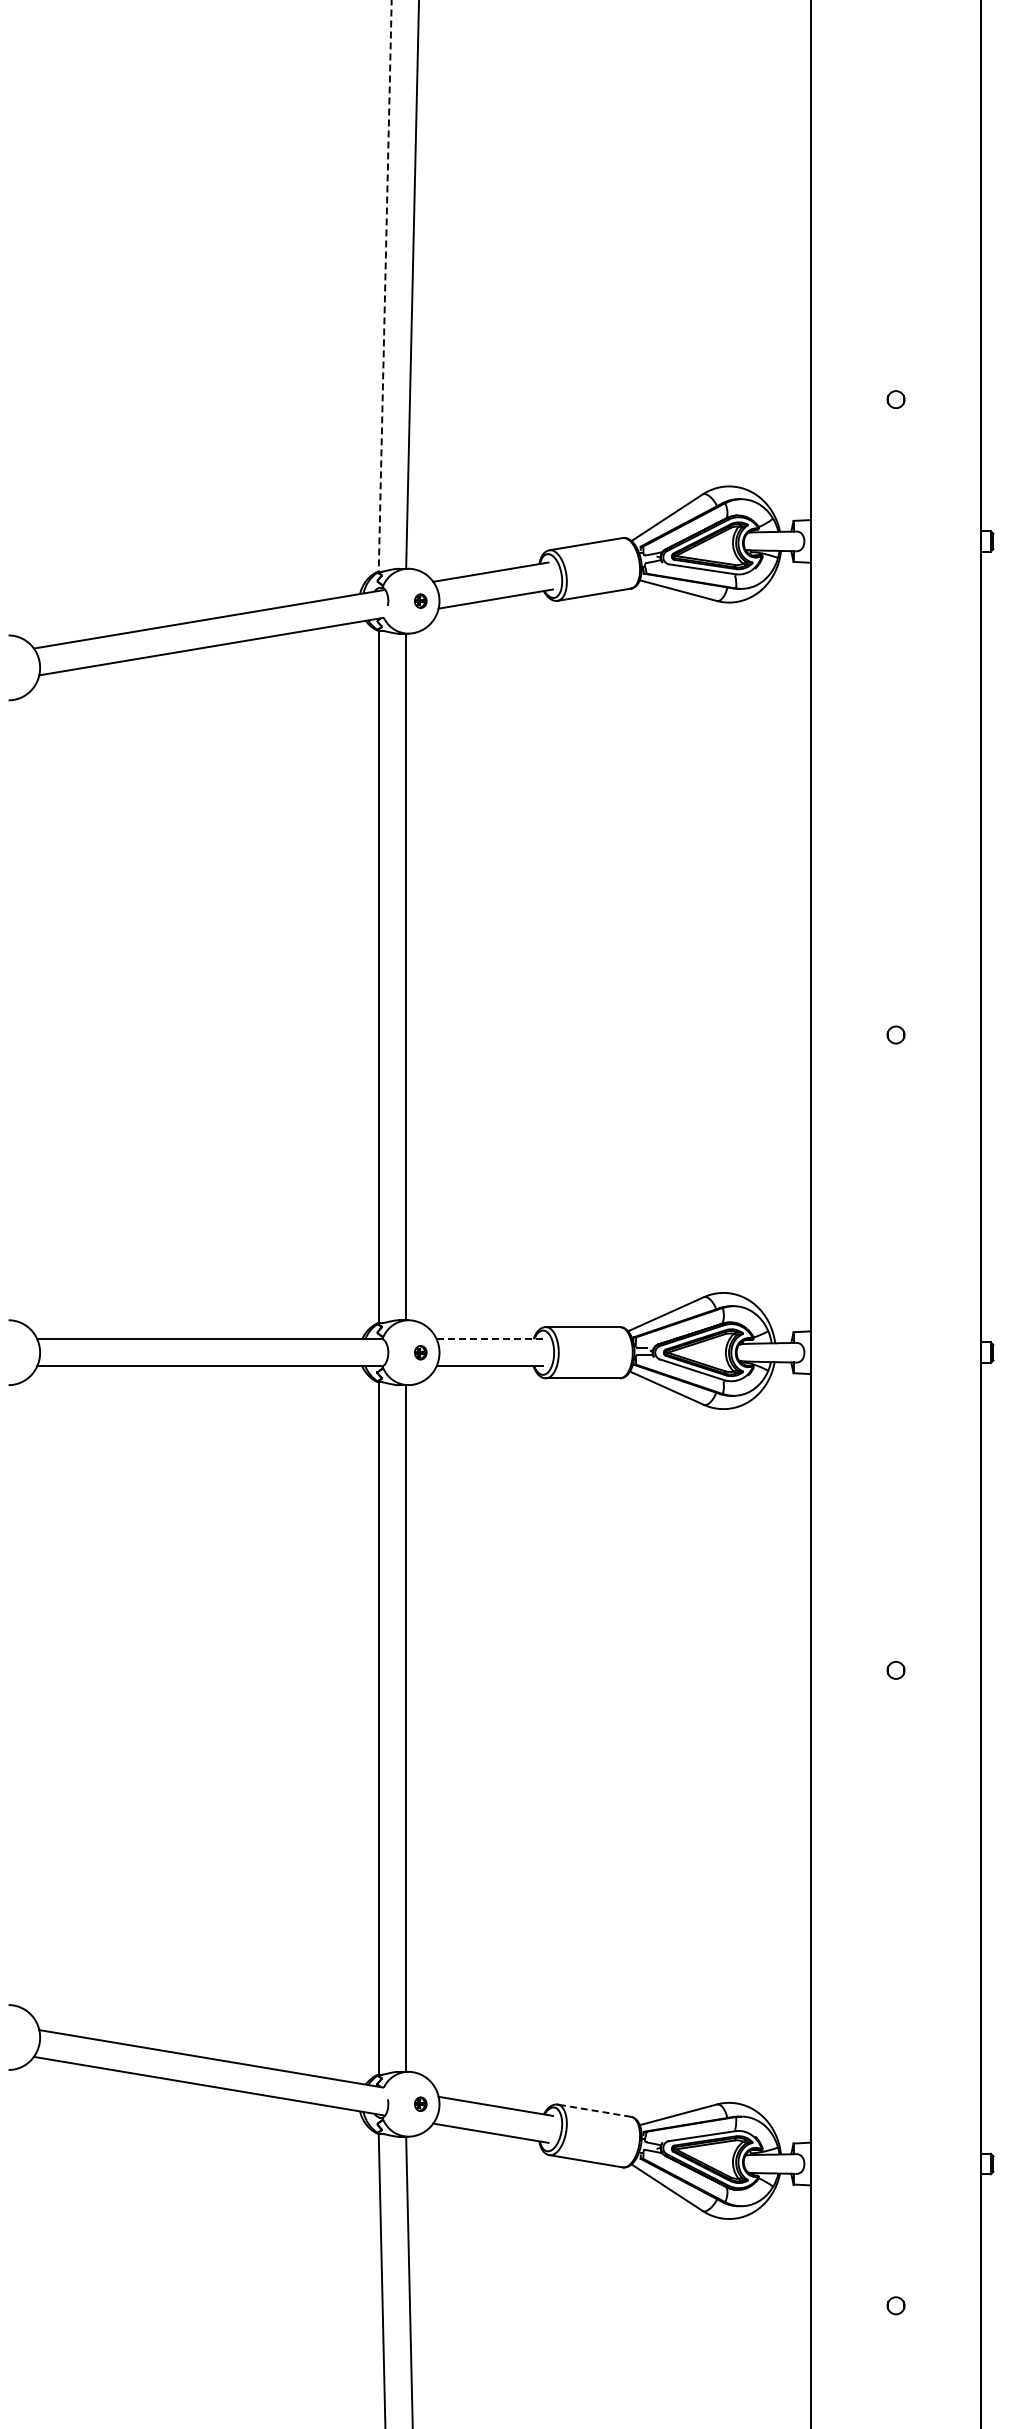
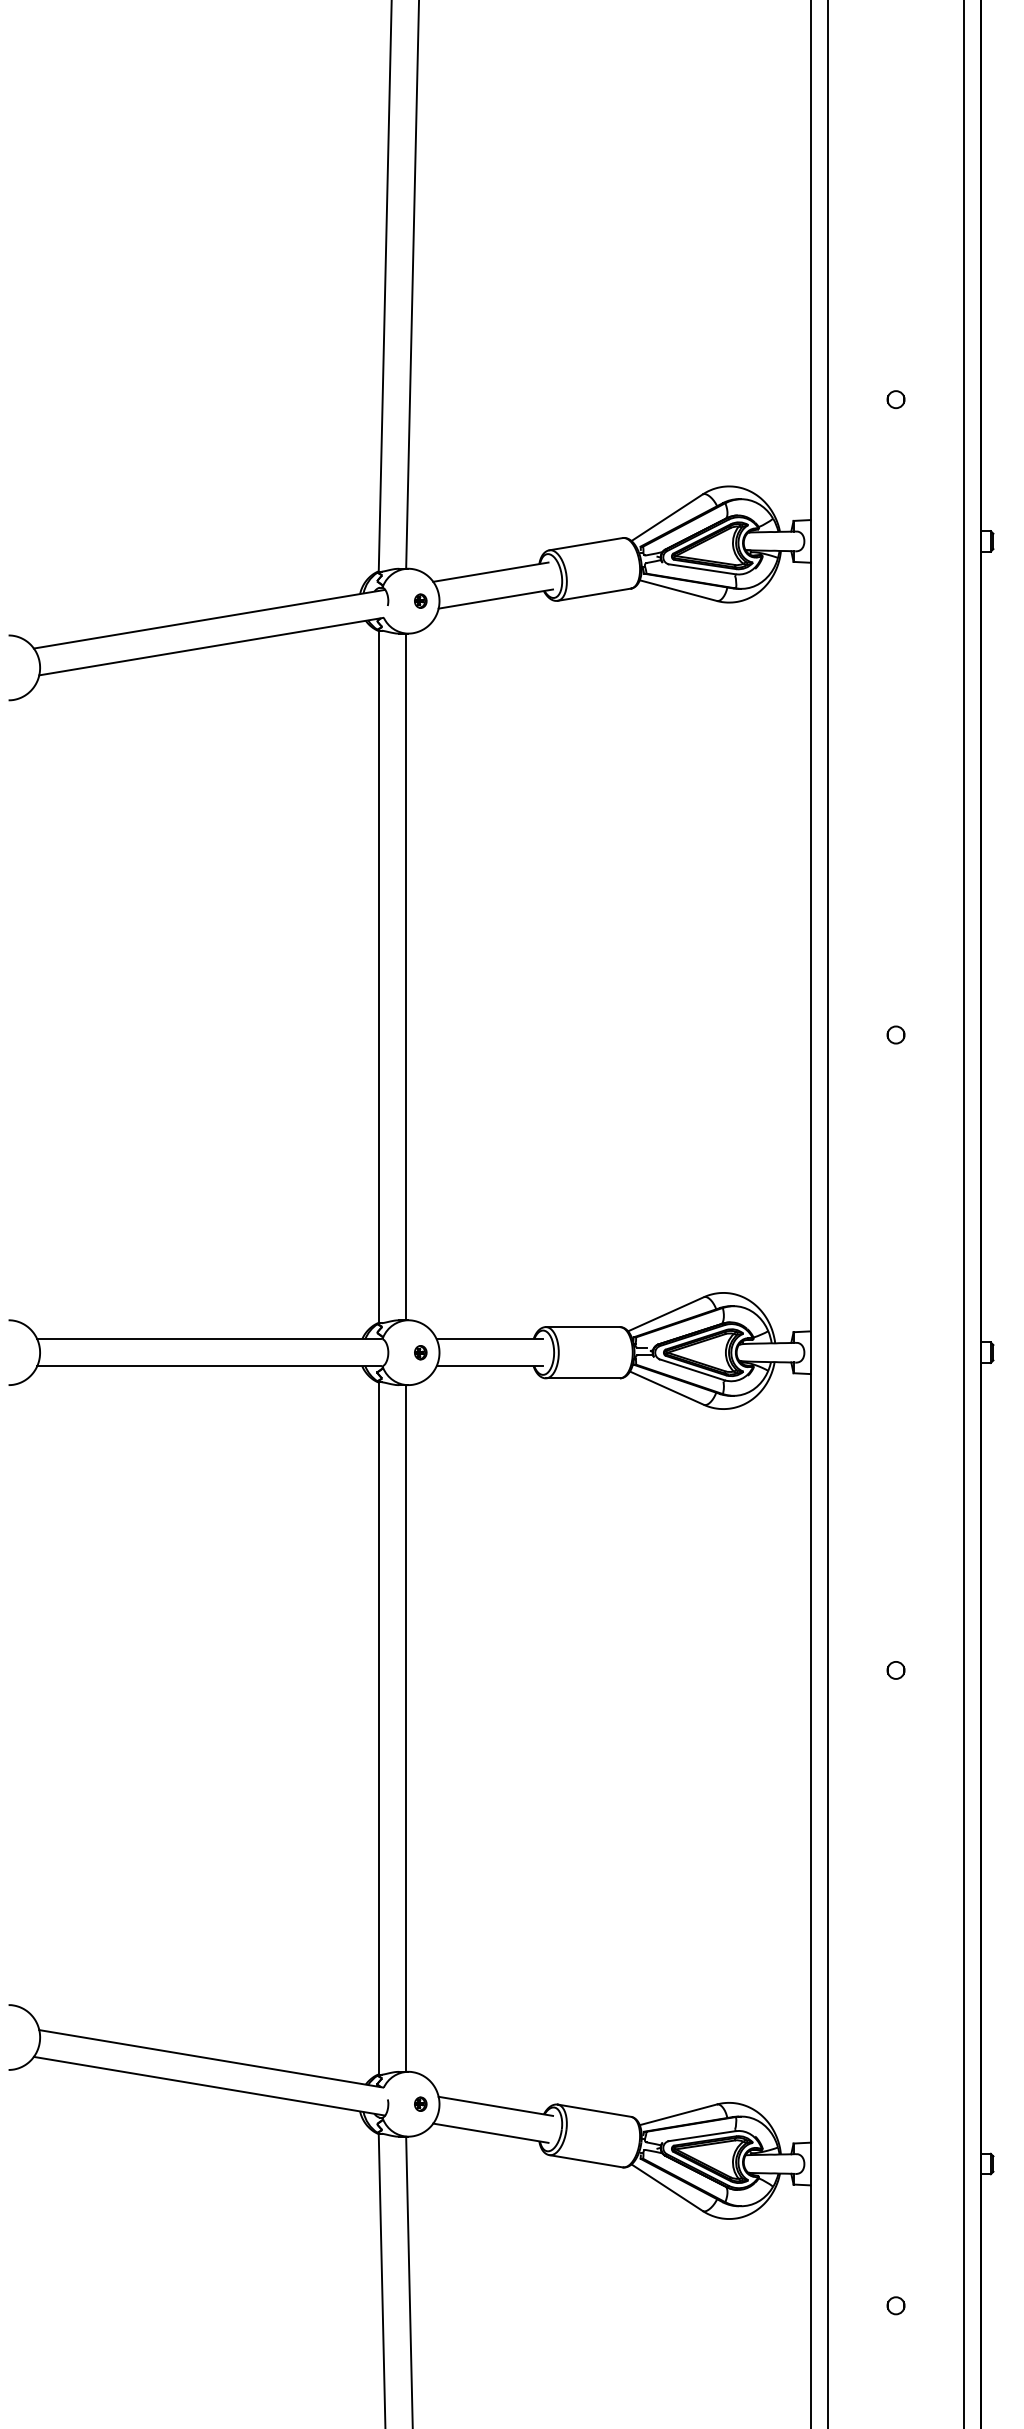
line at (385, 286): dashed -> solid
line at (827, 1213): none -> present
line at (964, 1213): none -> present
line at (489, 1339): dashed -> solid
line at (594, 2110): dashed -> solid
